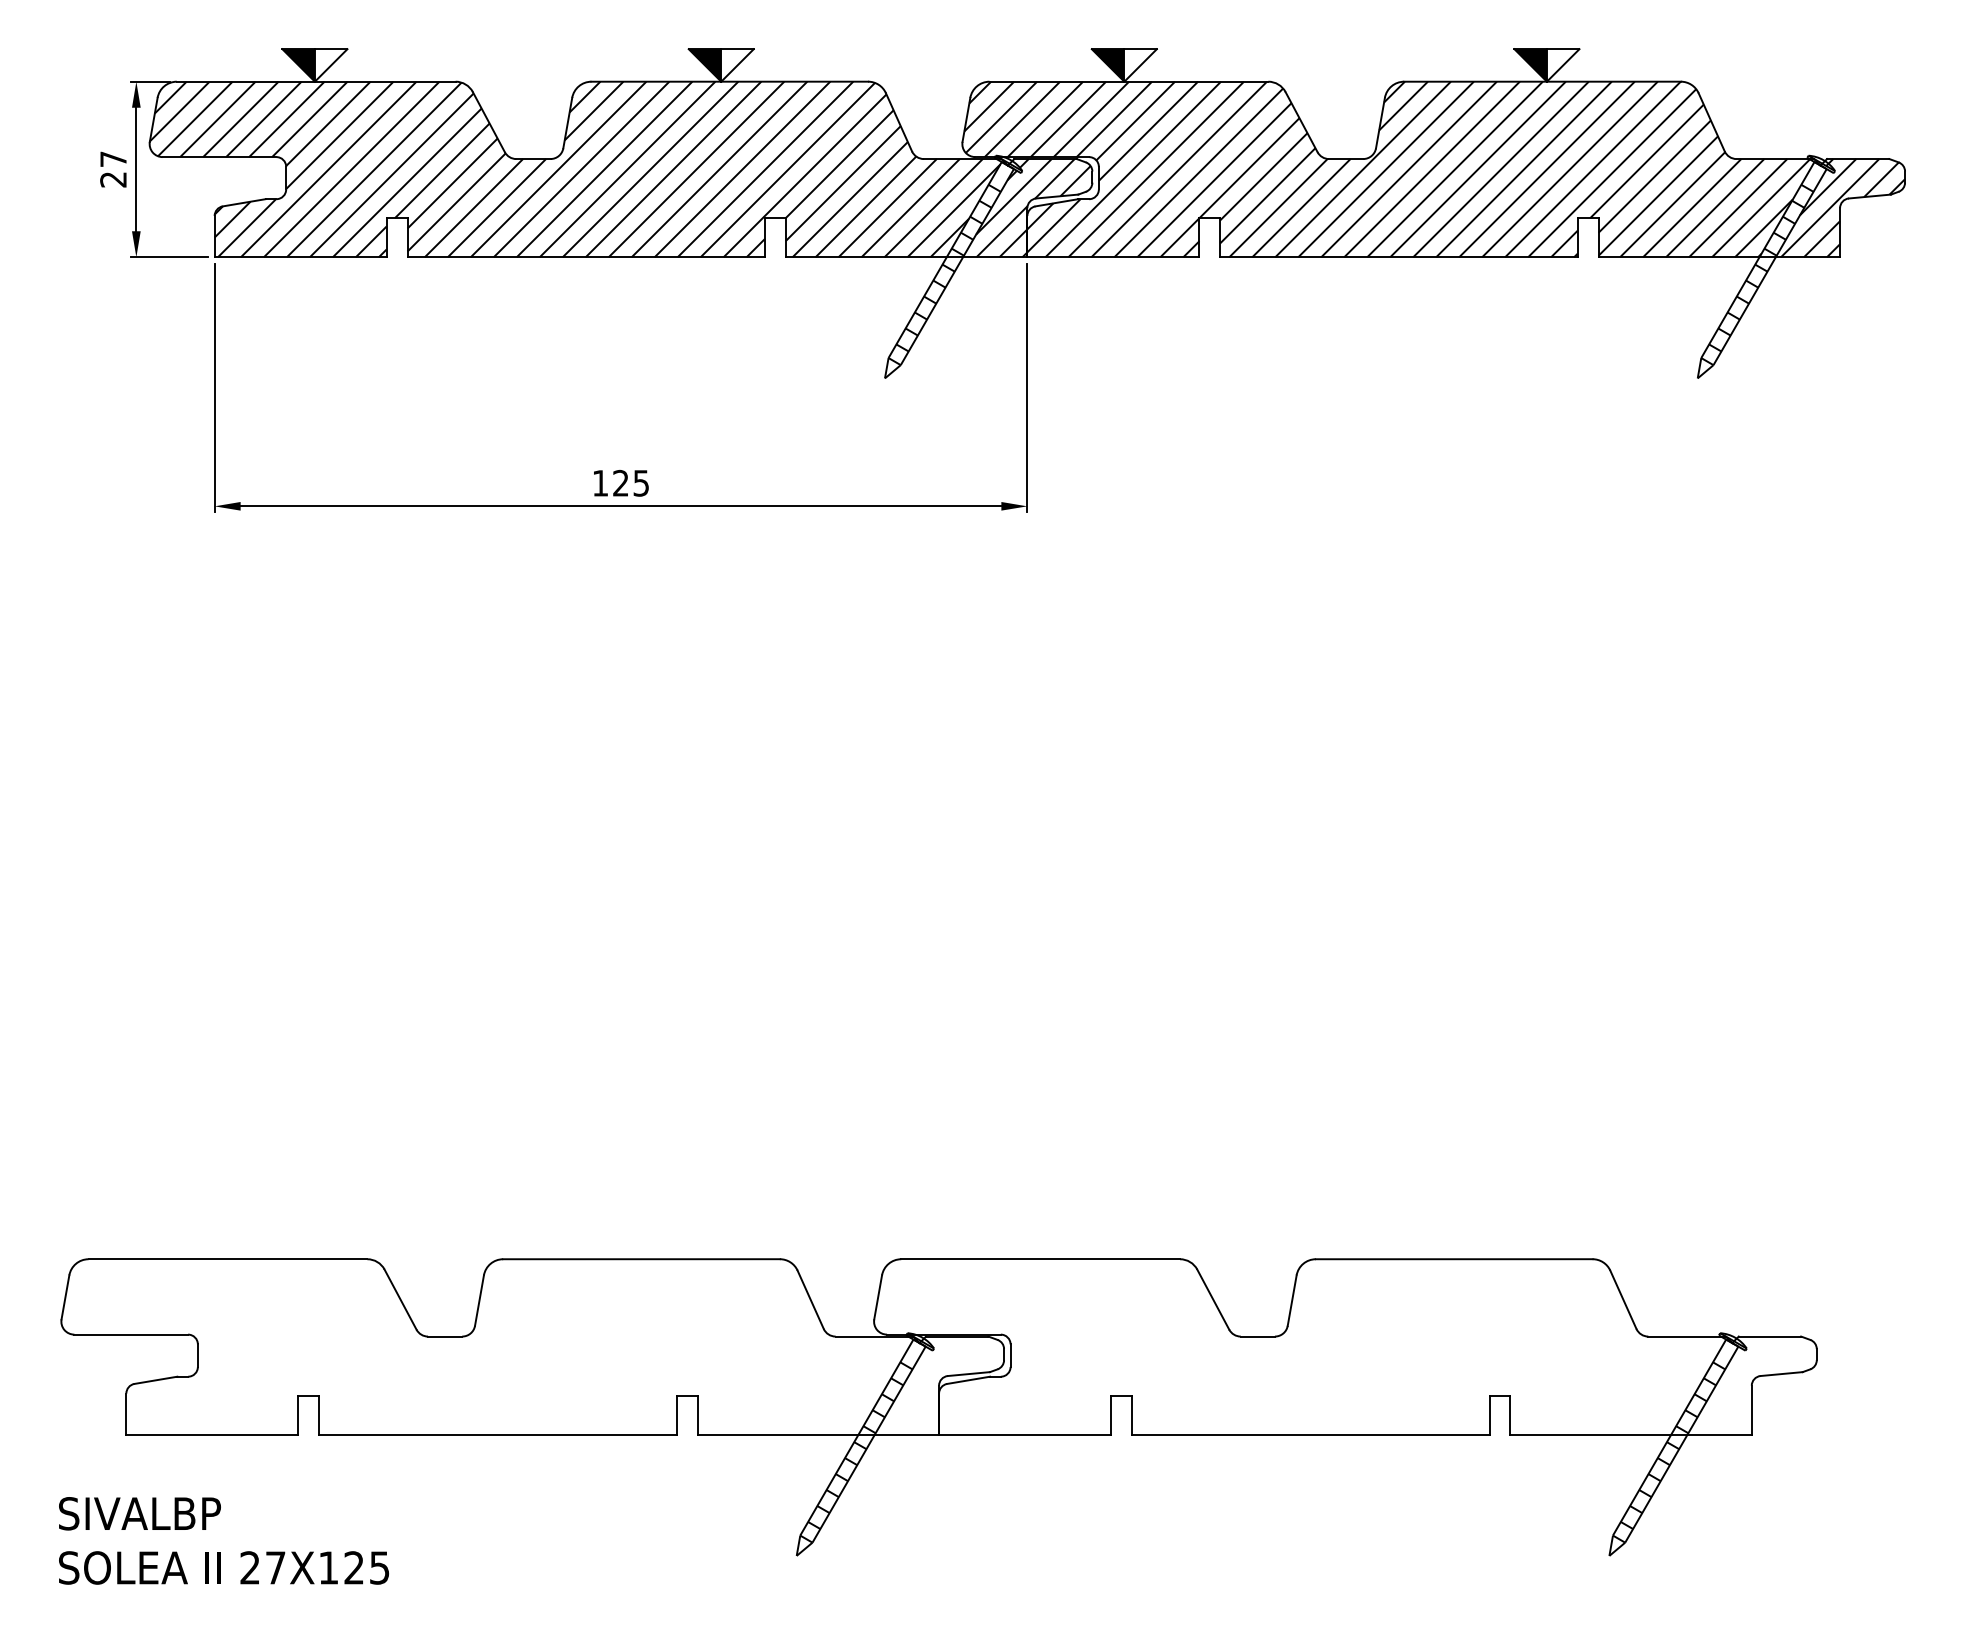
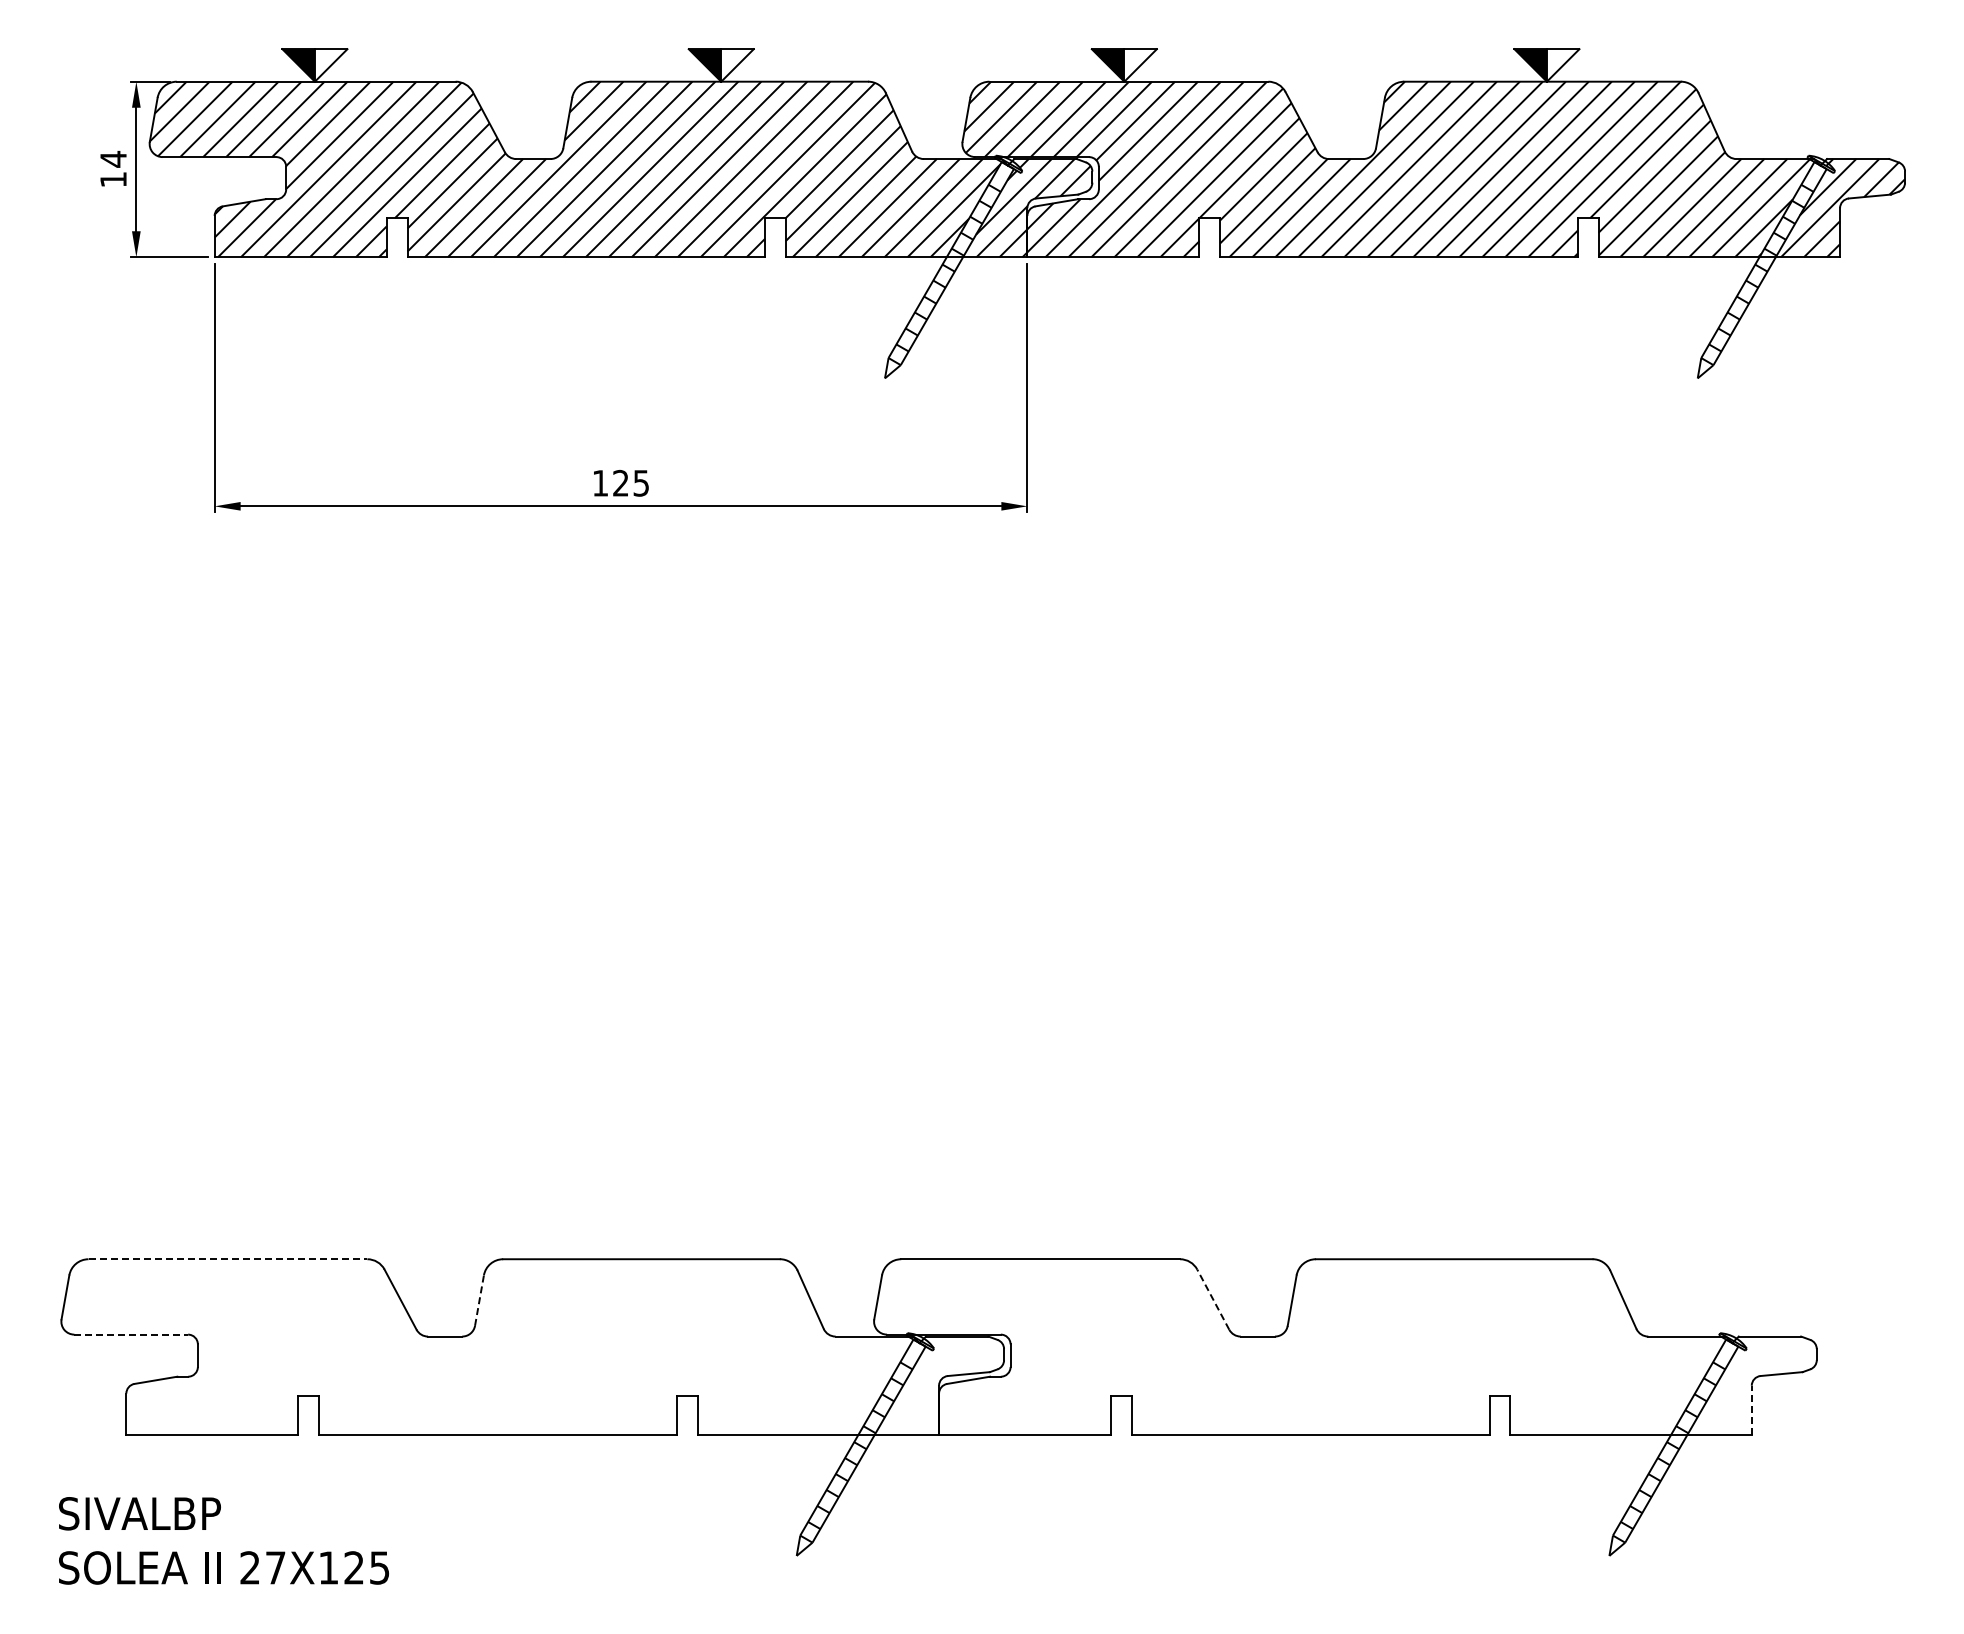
text at (113, 168): 27 -> 14
line at (228, 1259): solid -> dashed
line at (1213, 1299): solid -> dashed
line at (479, 1300): solid -> dashed
line at (131, 1334): solid -> dashed
line at (1751, 1410): solid -> dashed
